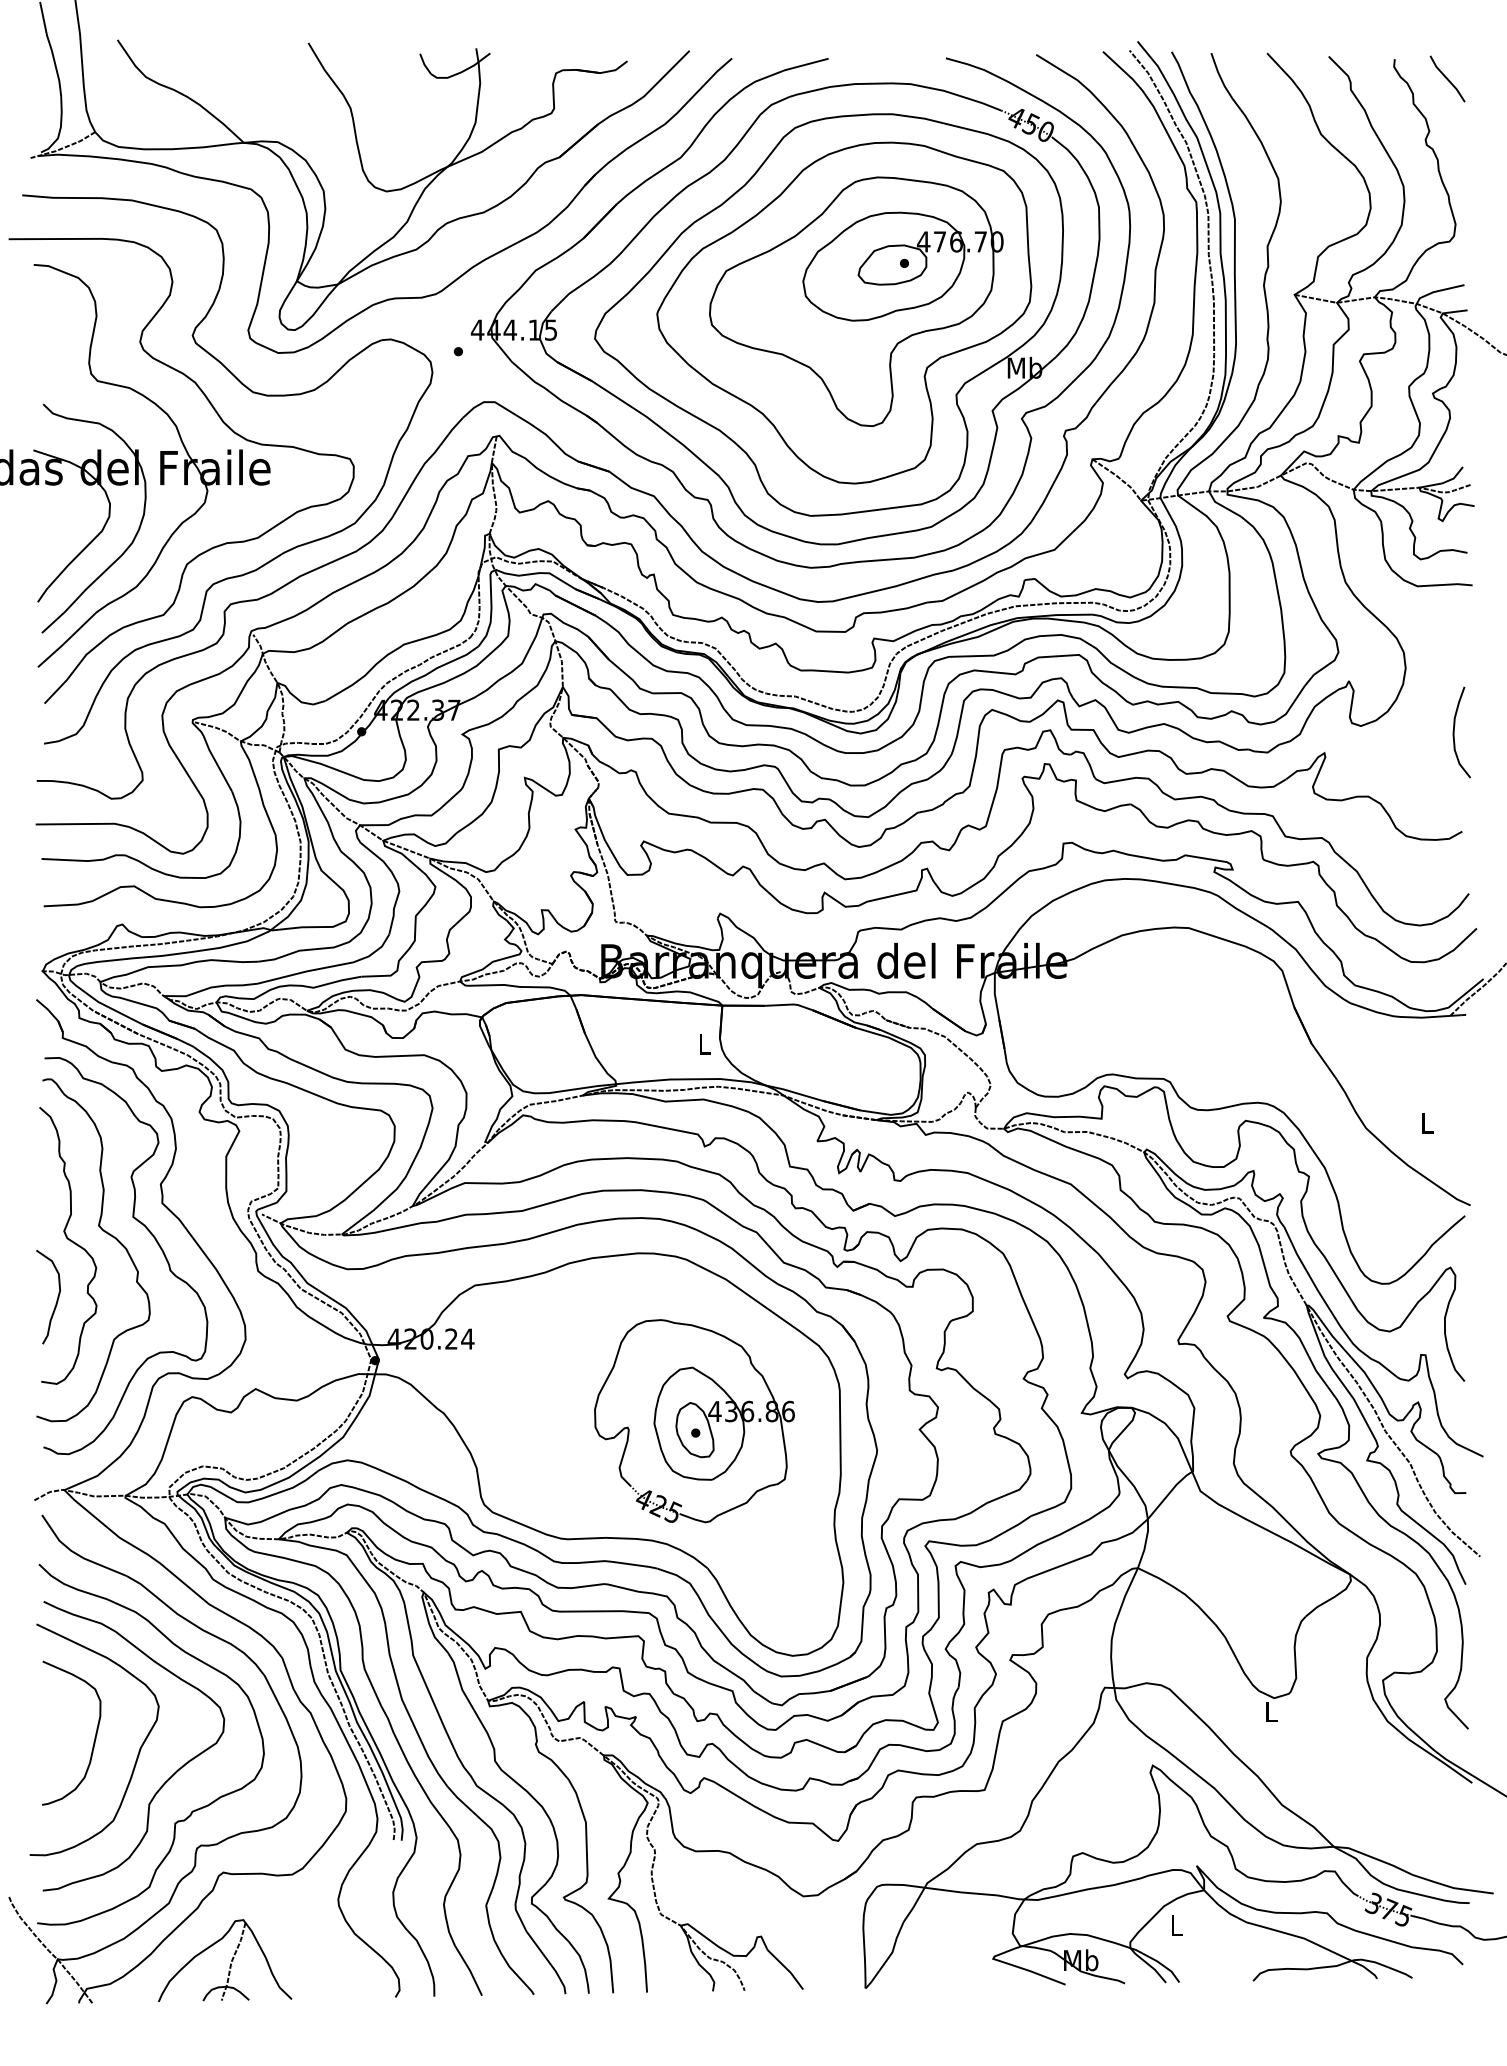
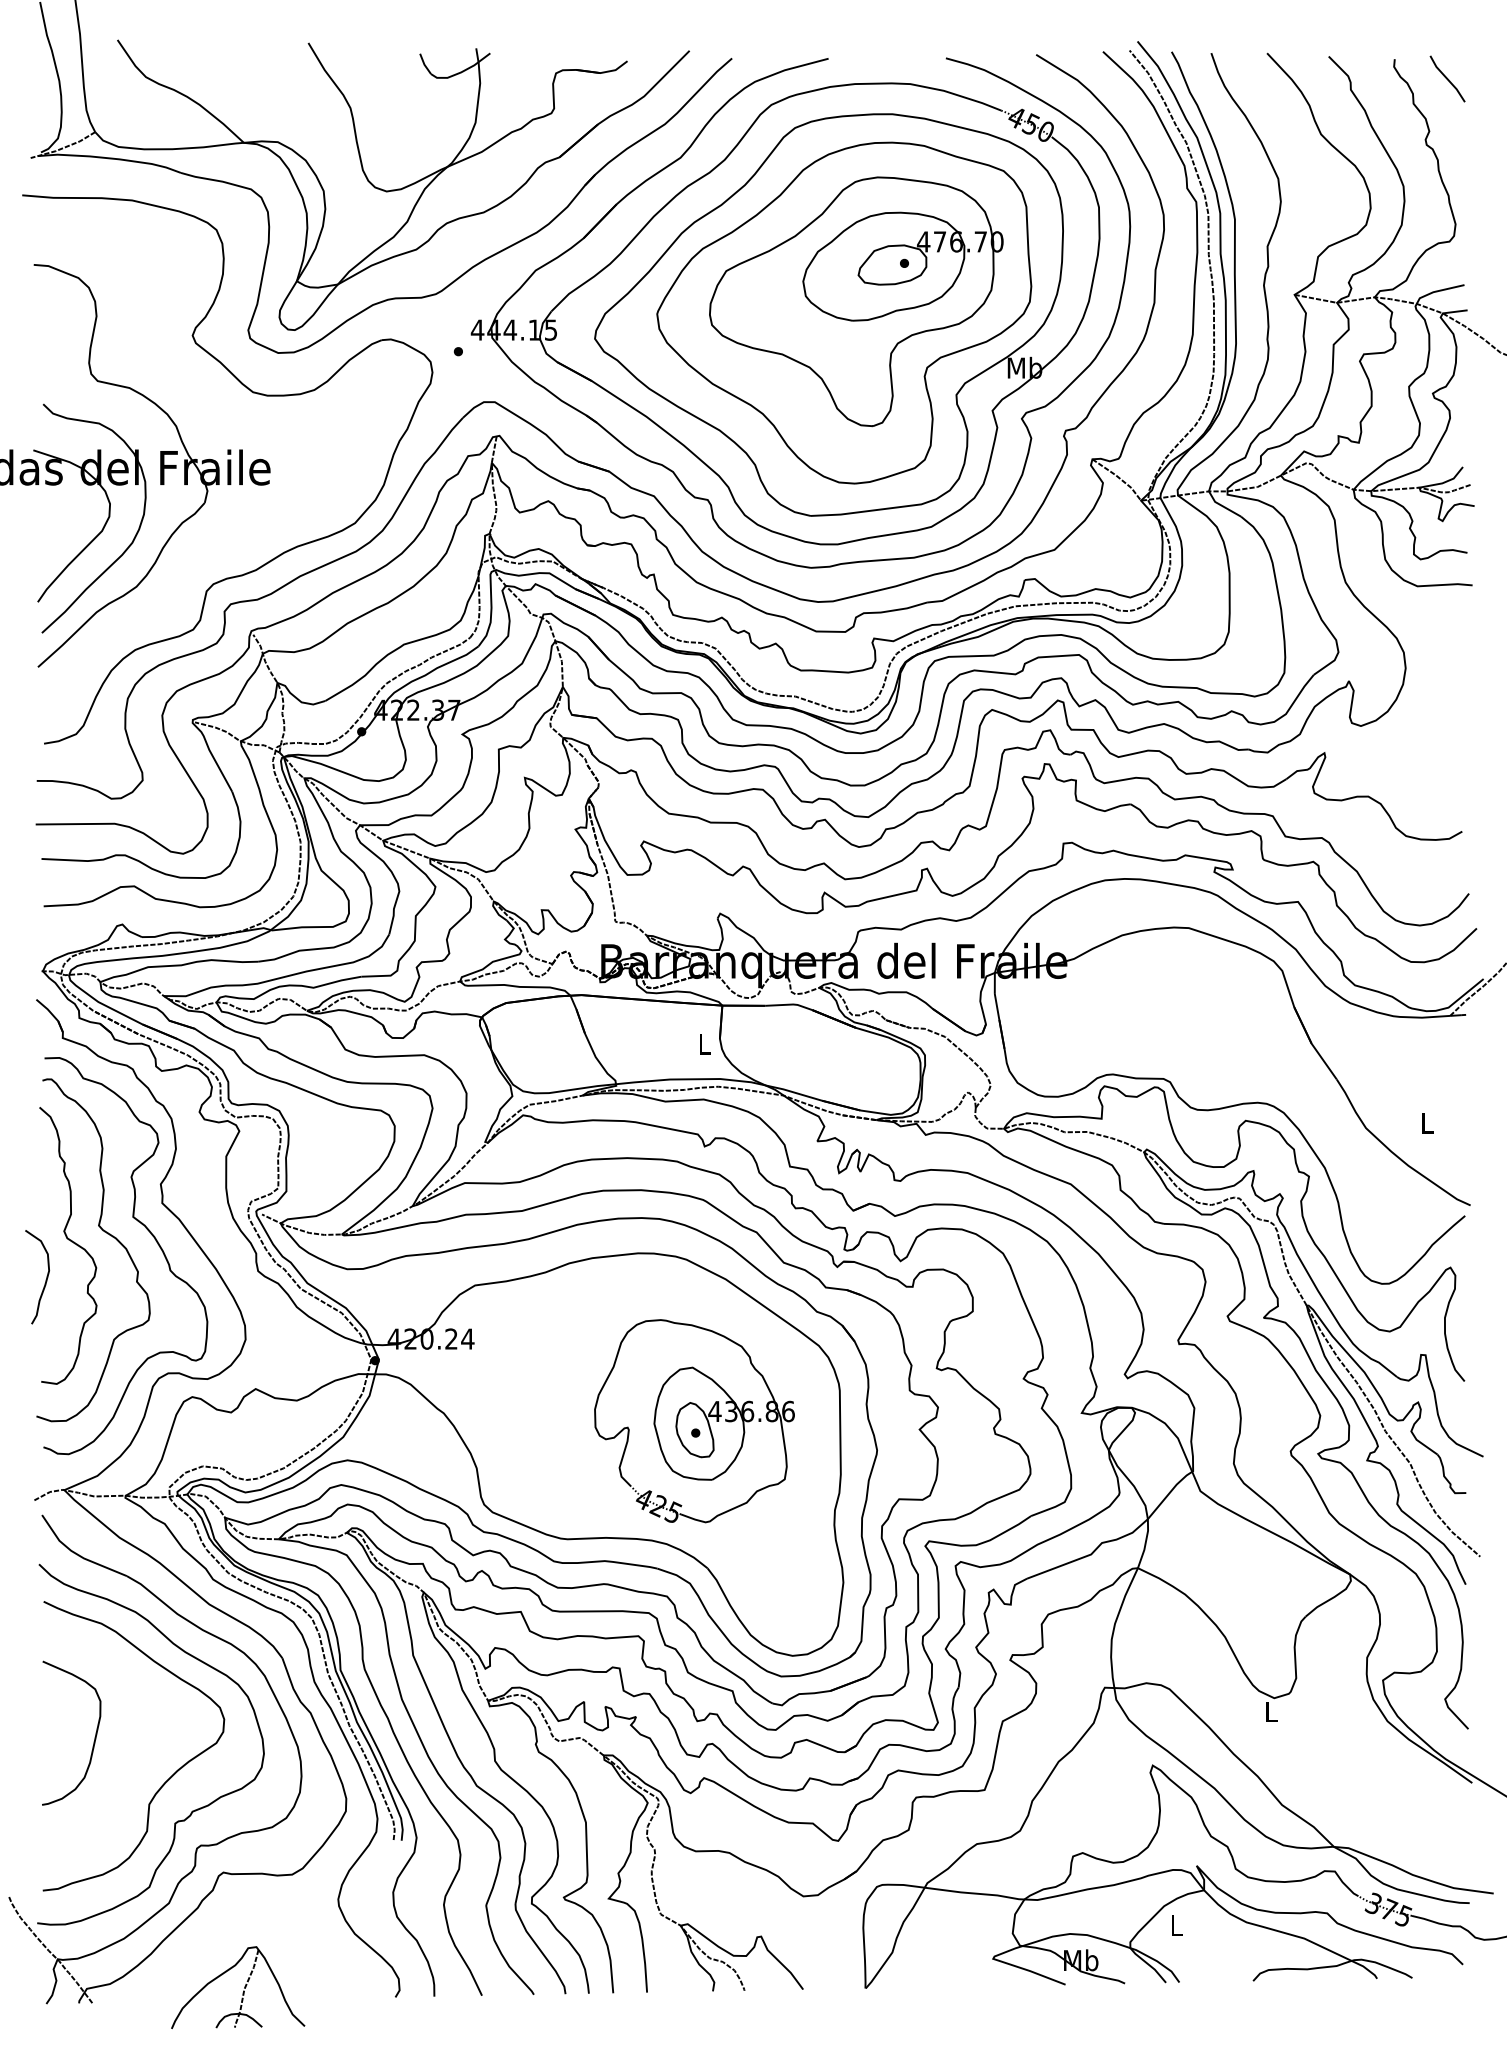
curve at (225, 425): present -> none
curve at (1454, 732): present -> none
curve at (56, 1299) position: (56, 1299) -> (45, 1279)
curve at (137, 1754): present -> none
part at (225, 1960) position: (225, 1960) -> (238, 1987)
